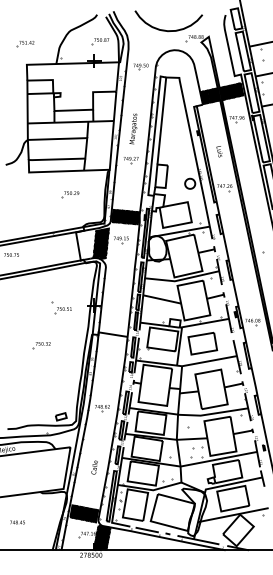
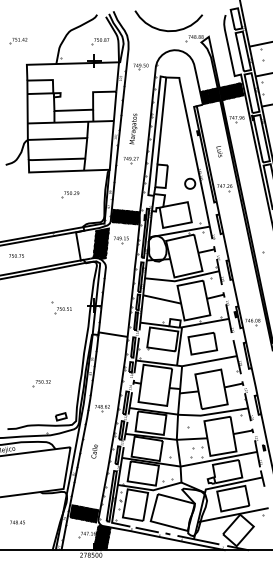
part at (25, 44) position: (25, 44) -> (18, 41)
text at (11, 254) position: (11, 254) -> (16, 255)
part at (41, 345) position: (41, 345) -> (41, 383)
text at (94, 467) position: (94, 467) -> (94, 451)
